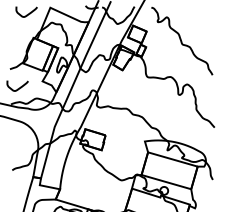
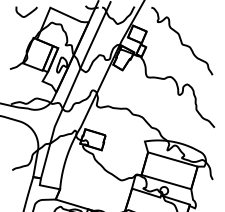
curve at (19, 87): present -> none
